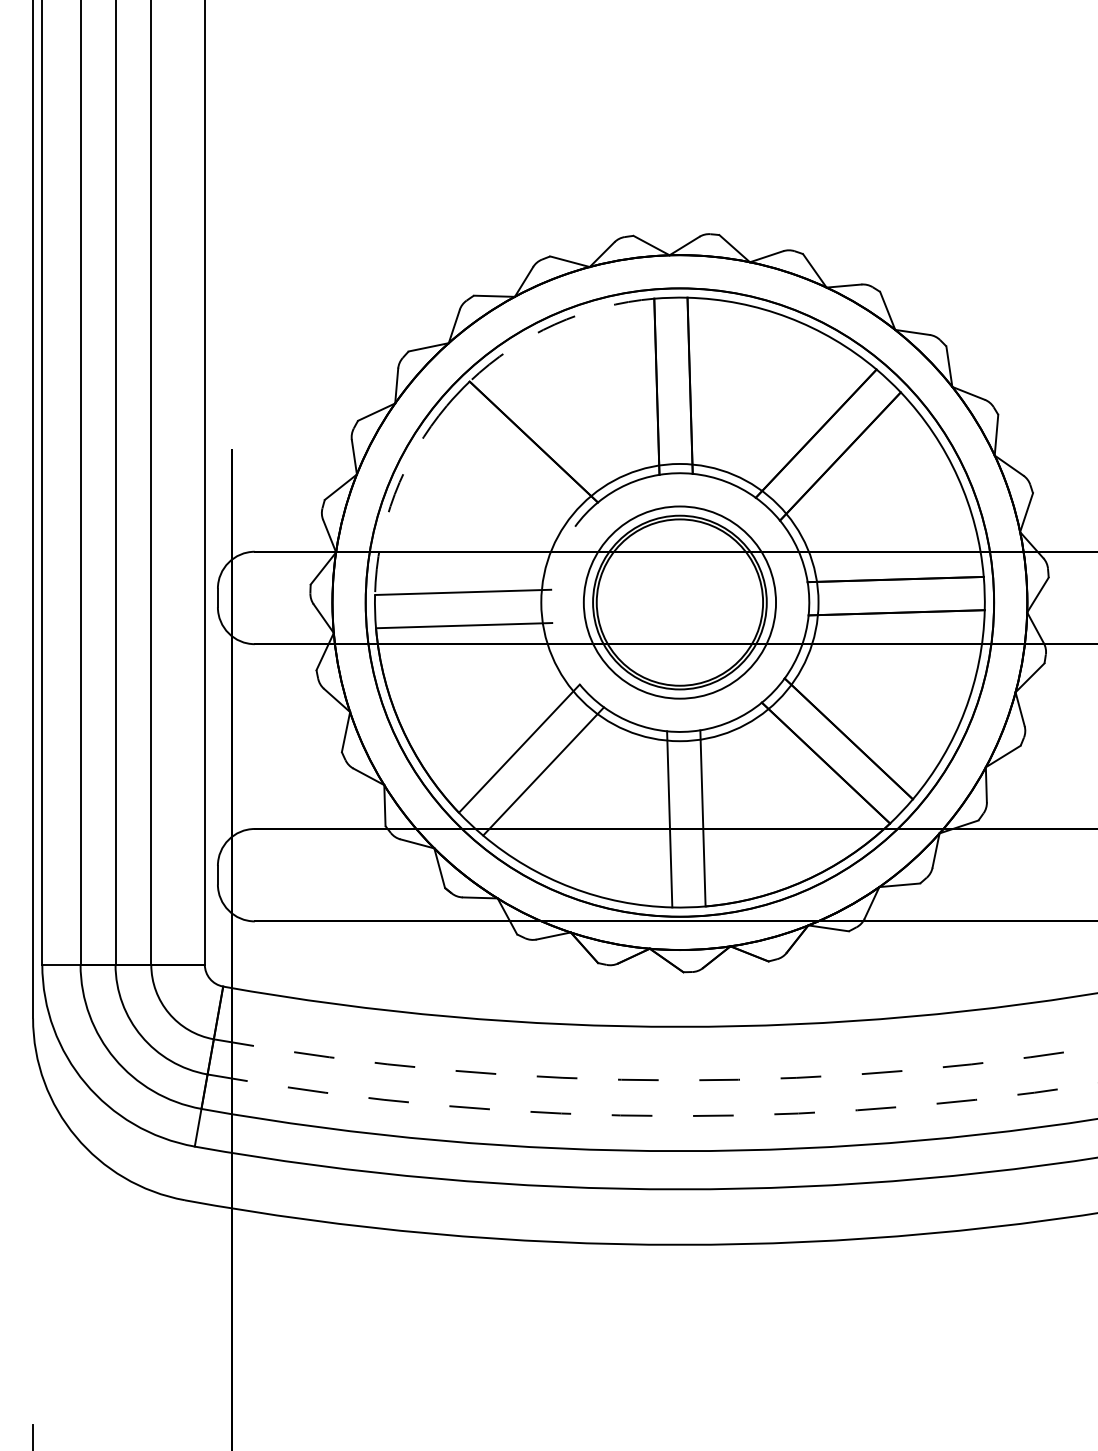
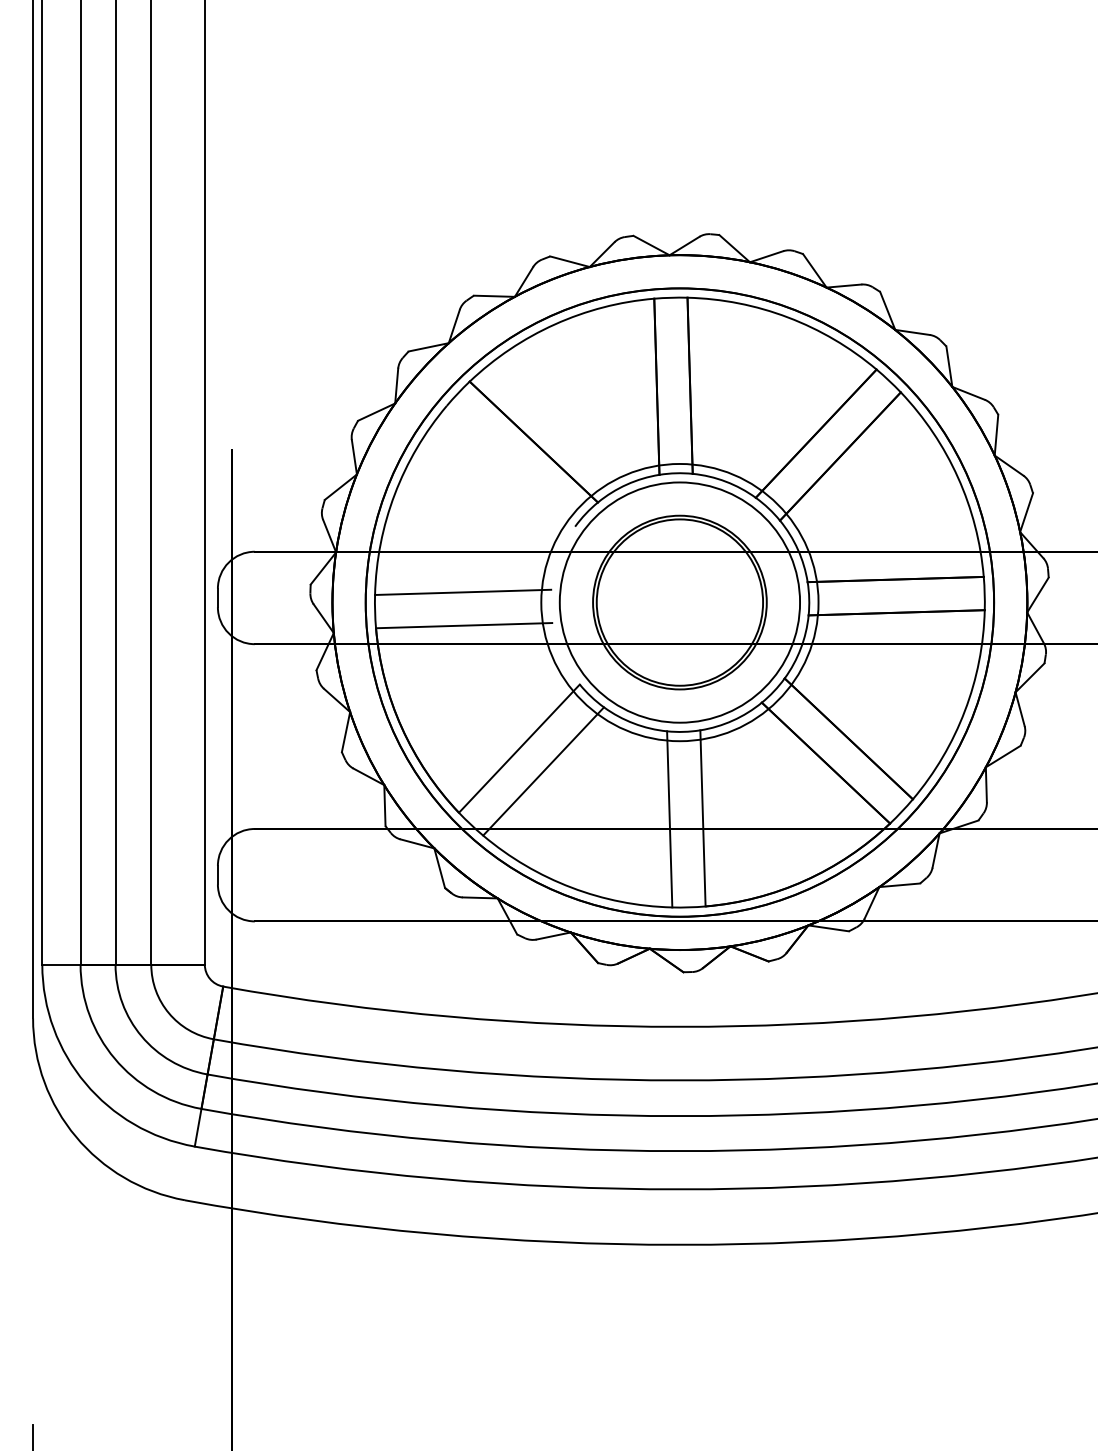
arc at (554, 324): dashed -> solid
arc at (394, 494): dashed -> solid
circle at (679, 602) diameter: 192 px -> 240 px
arc at (656, 1080): dashed -> solid
arc at (653, 1115): dashed -> solid
